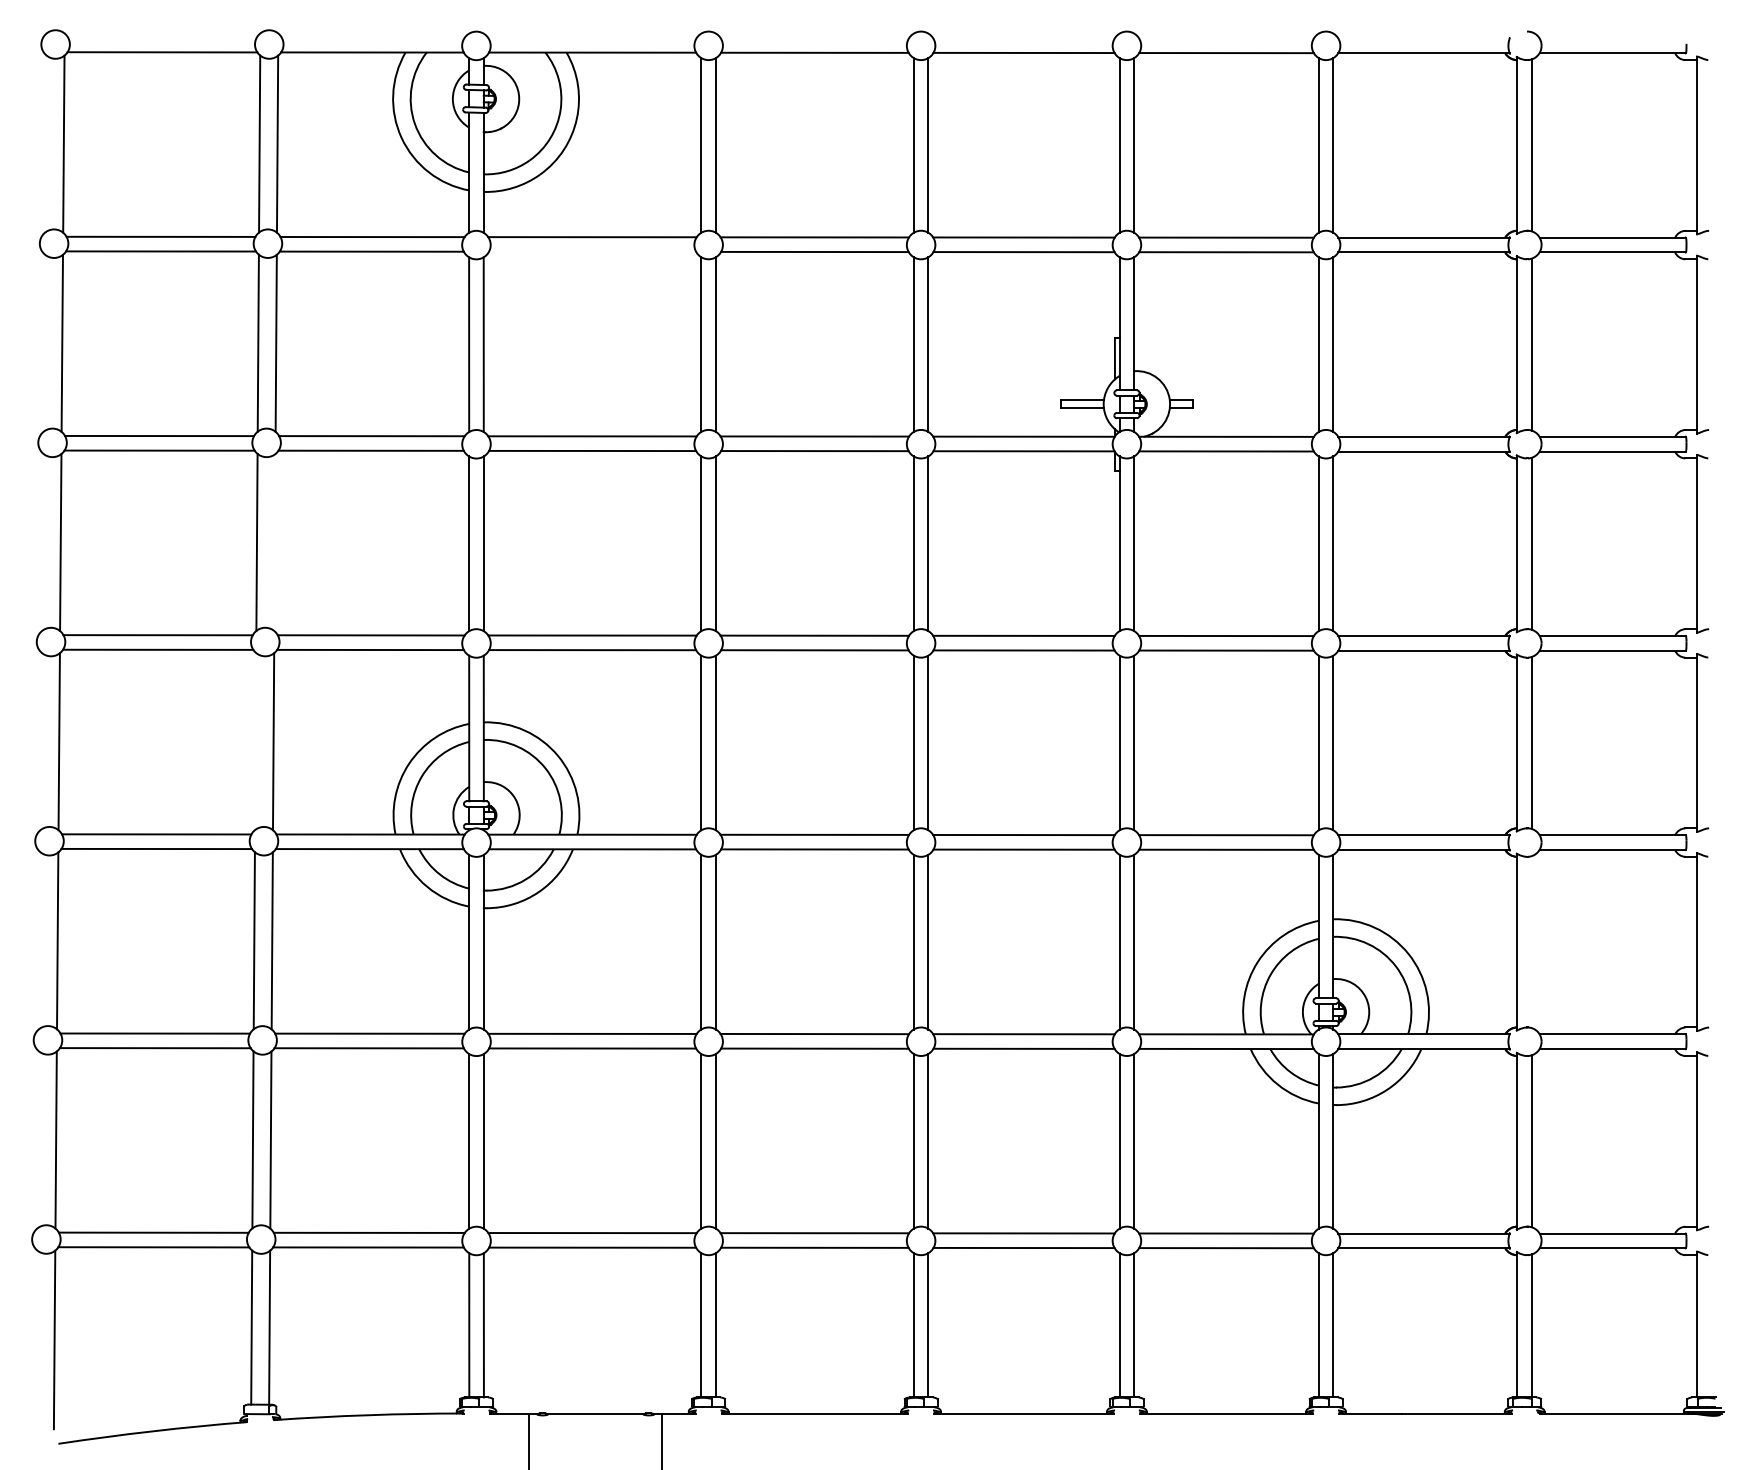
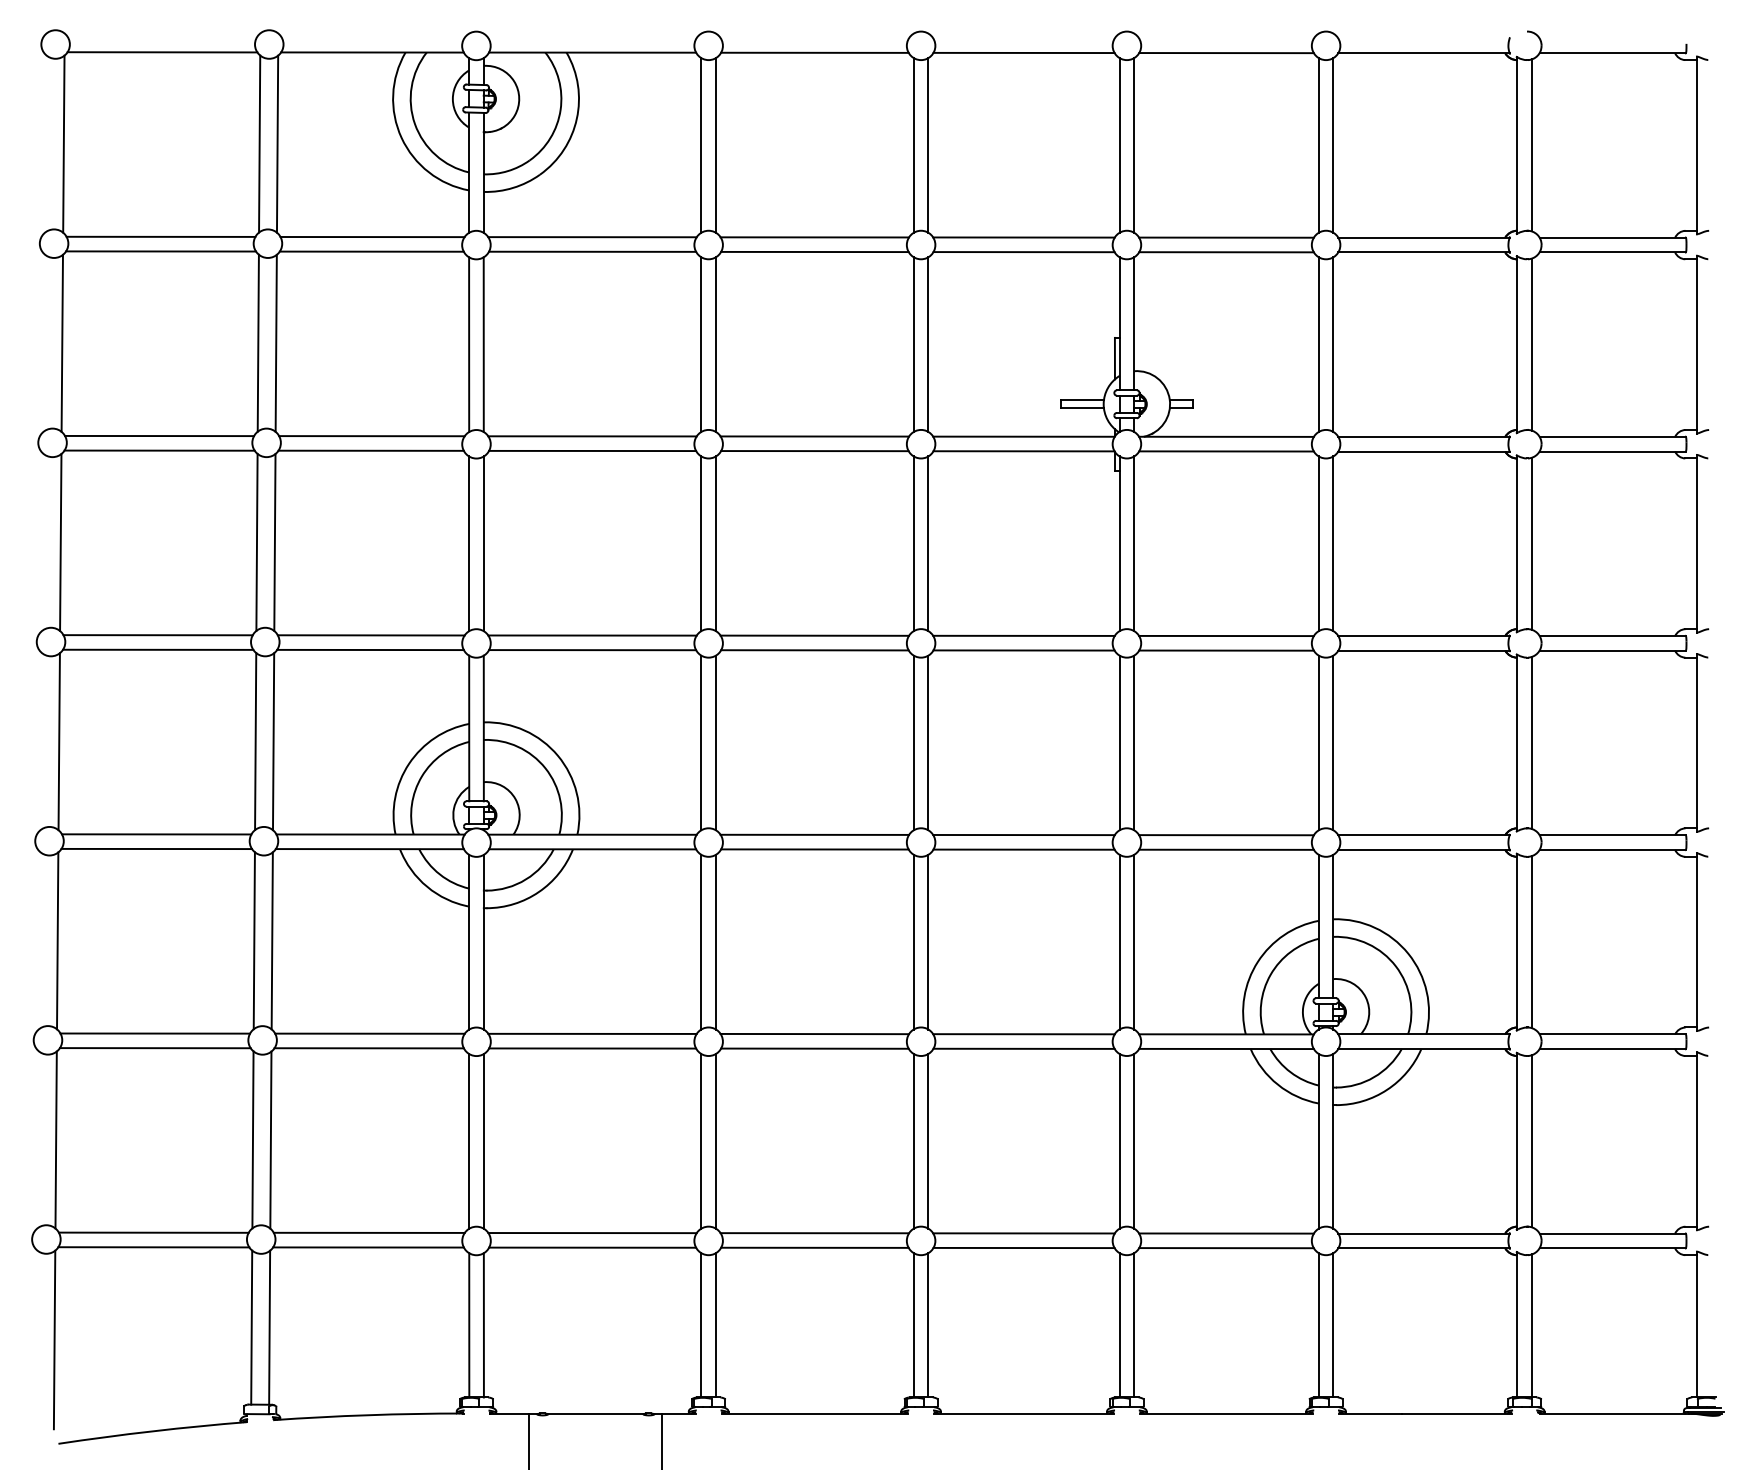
line at (592, 251): none -> present
line at (274, 542): none -> present
line at (255, 741): none -> present
line at (1531, 942): none -> present
